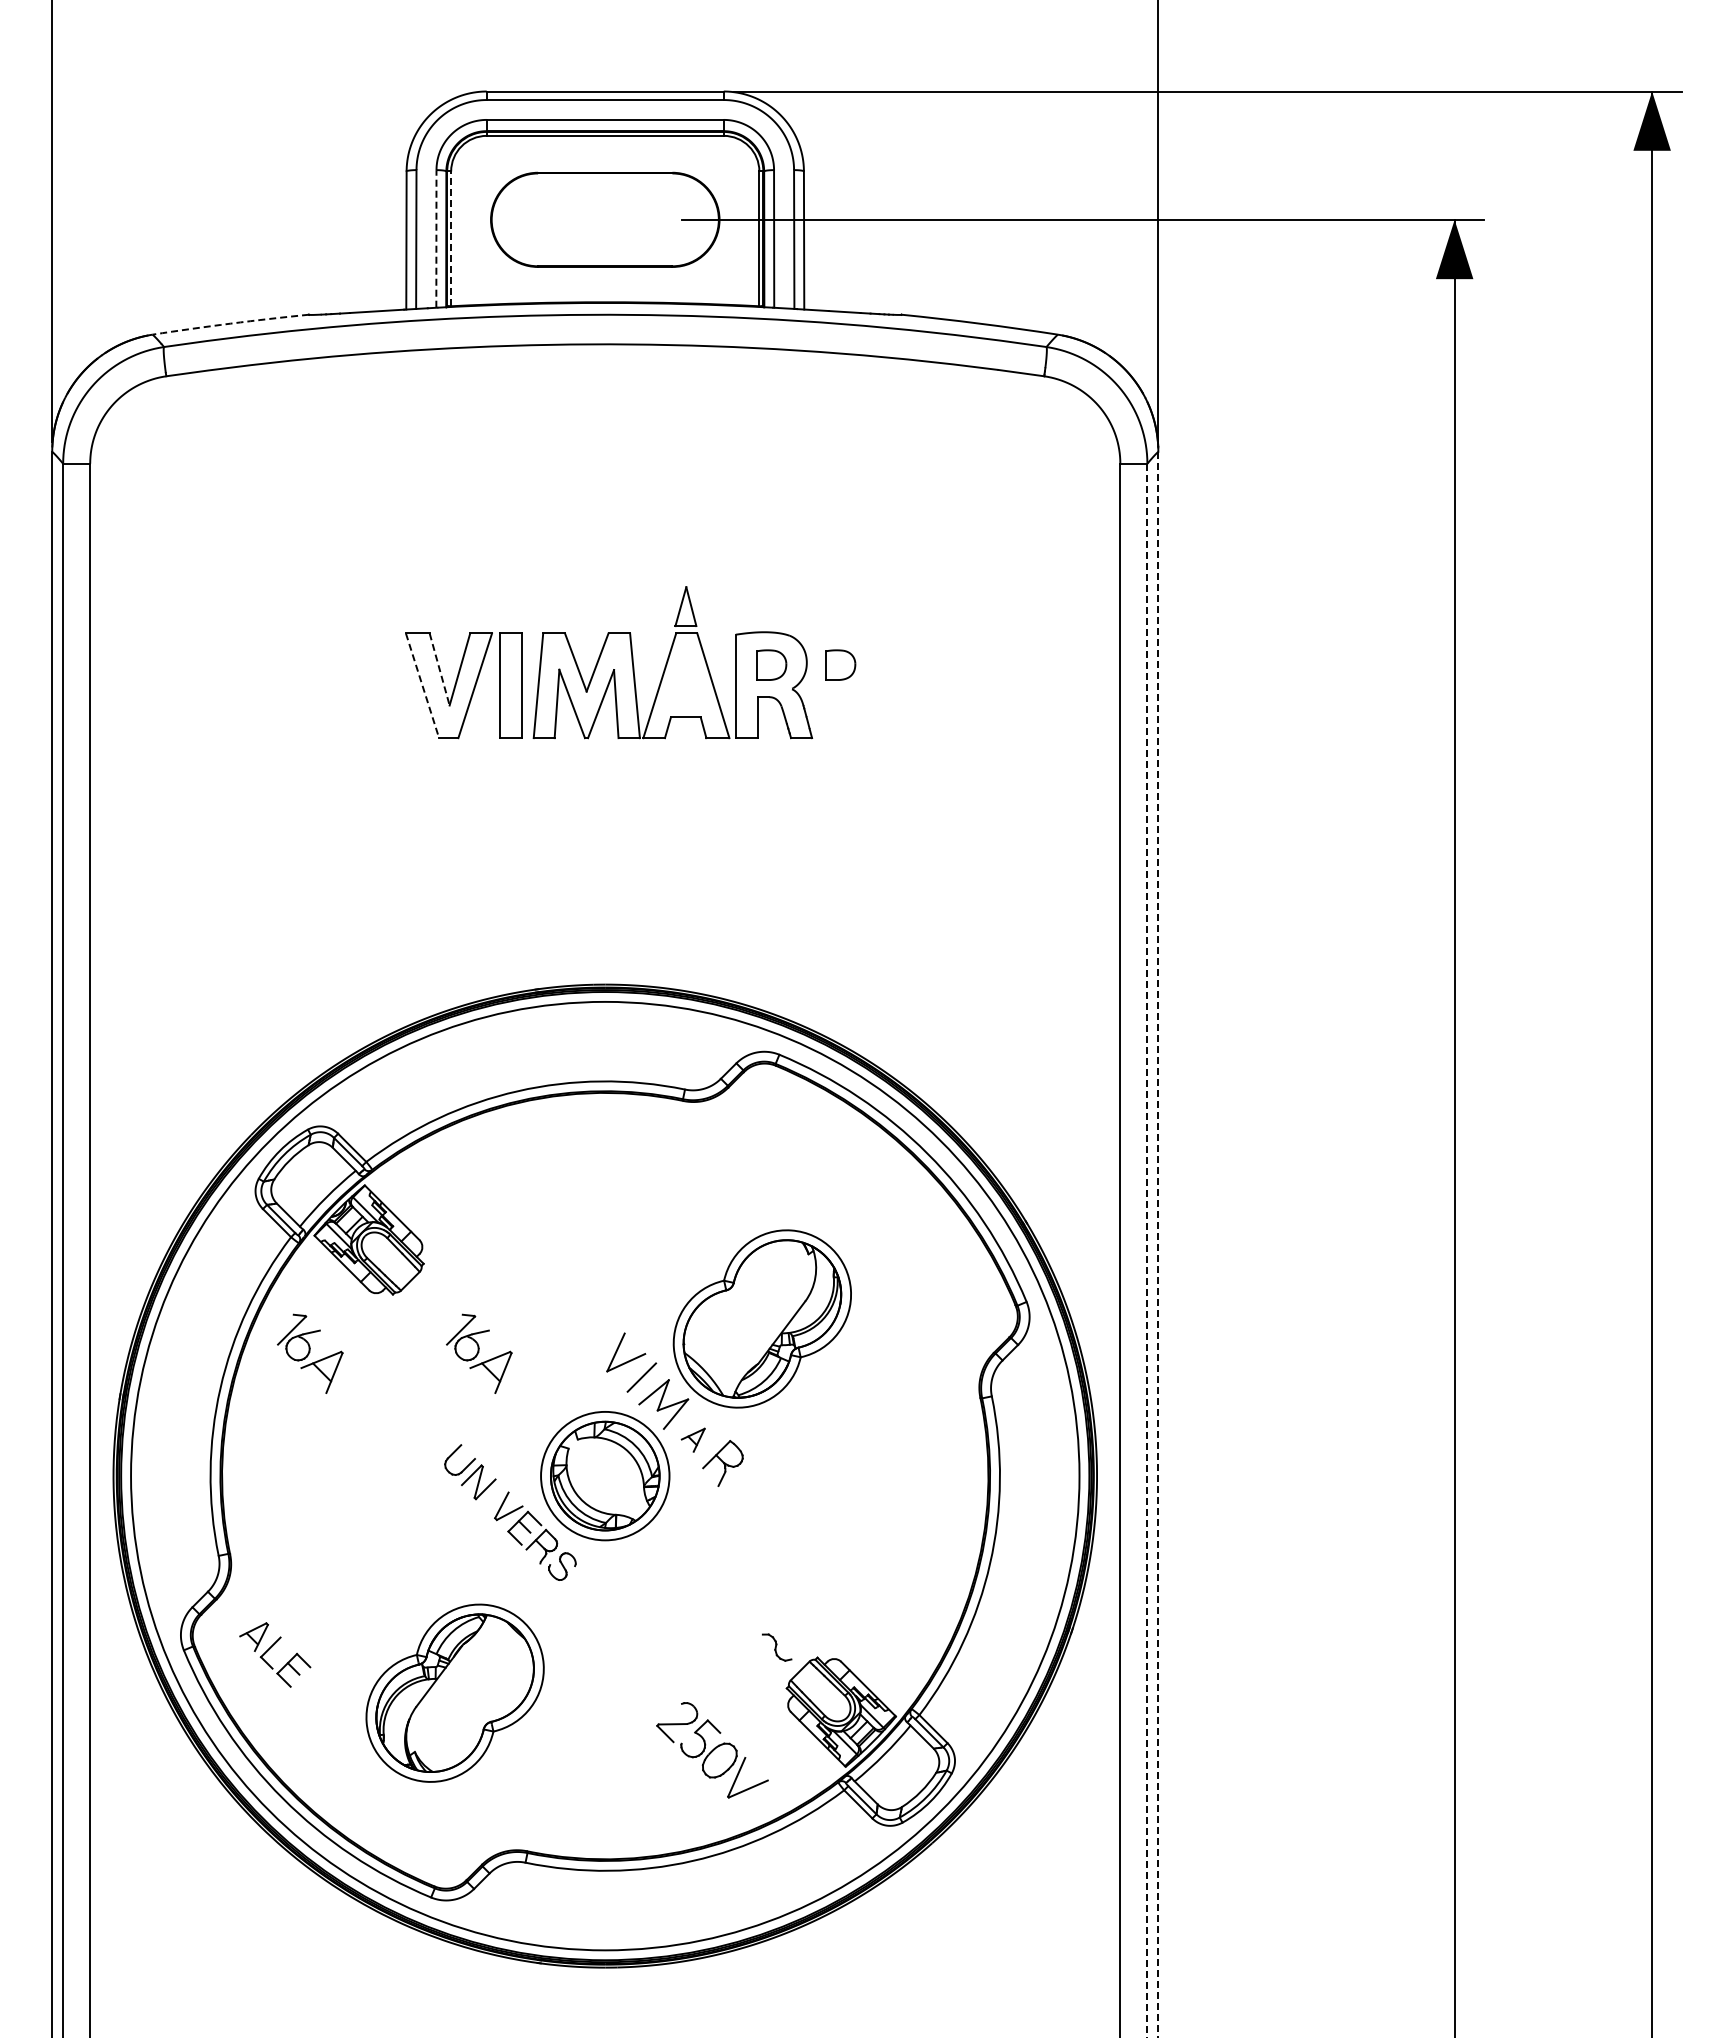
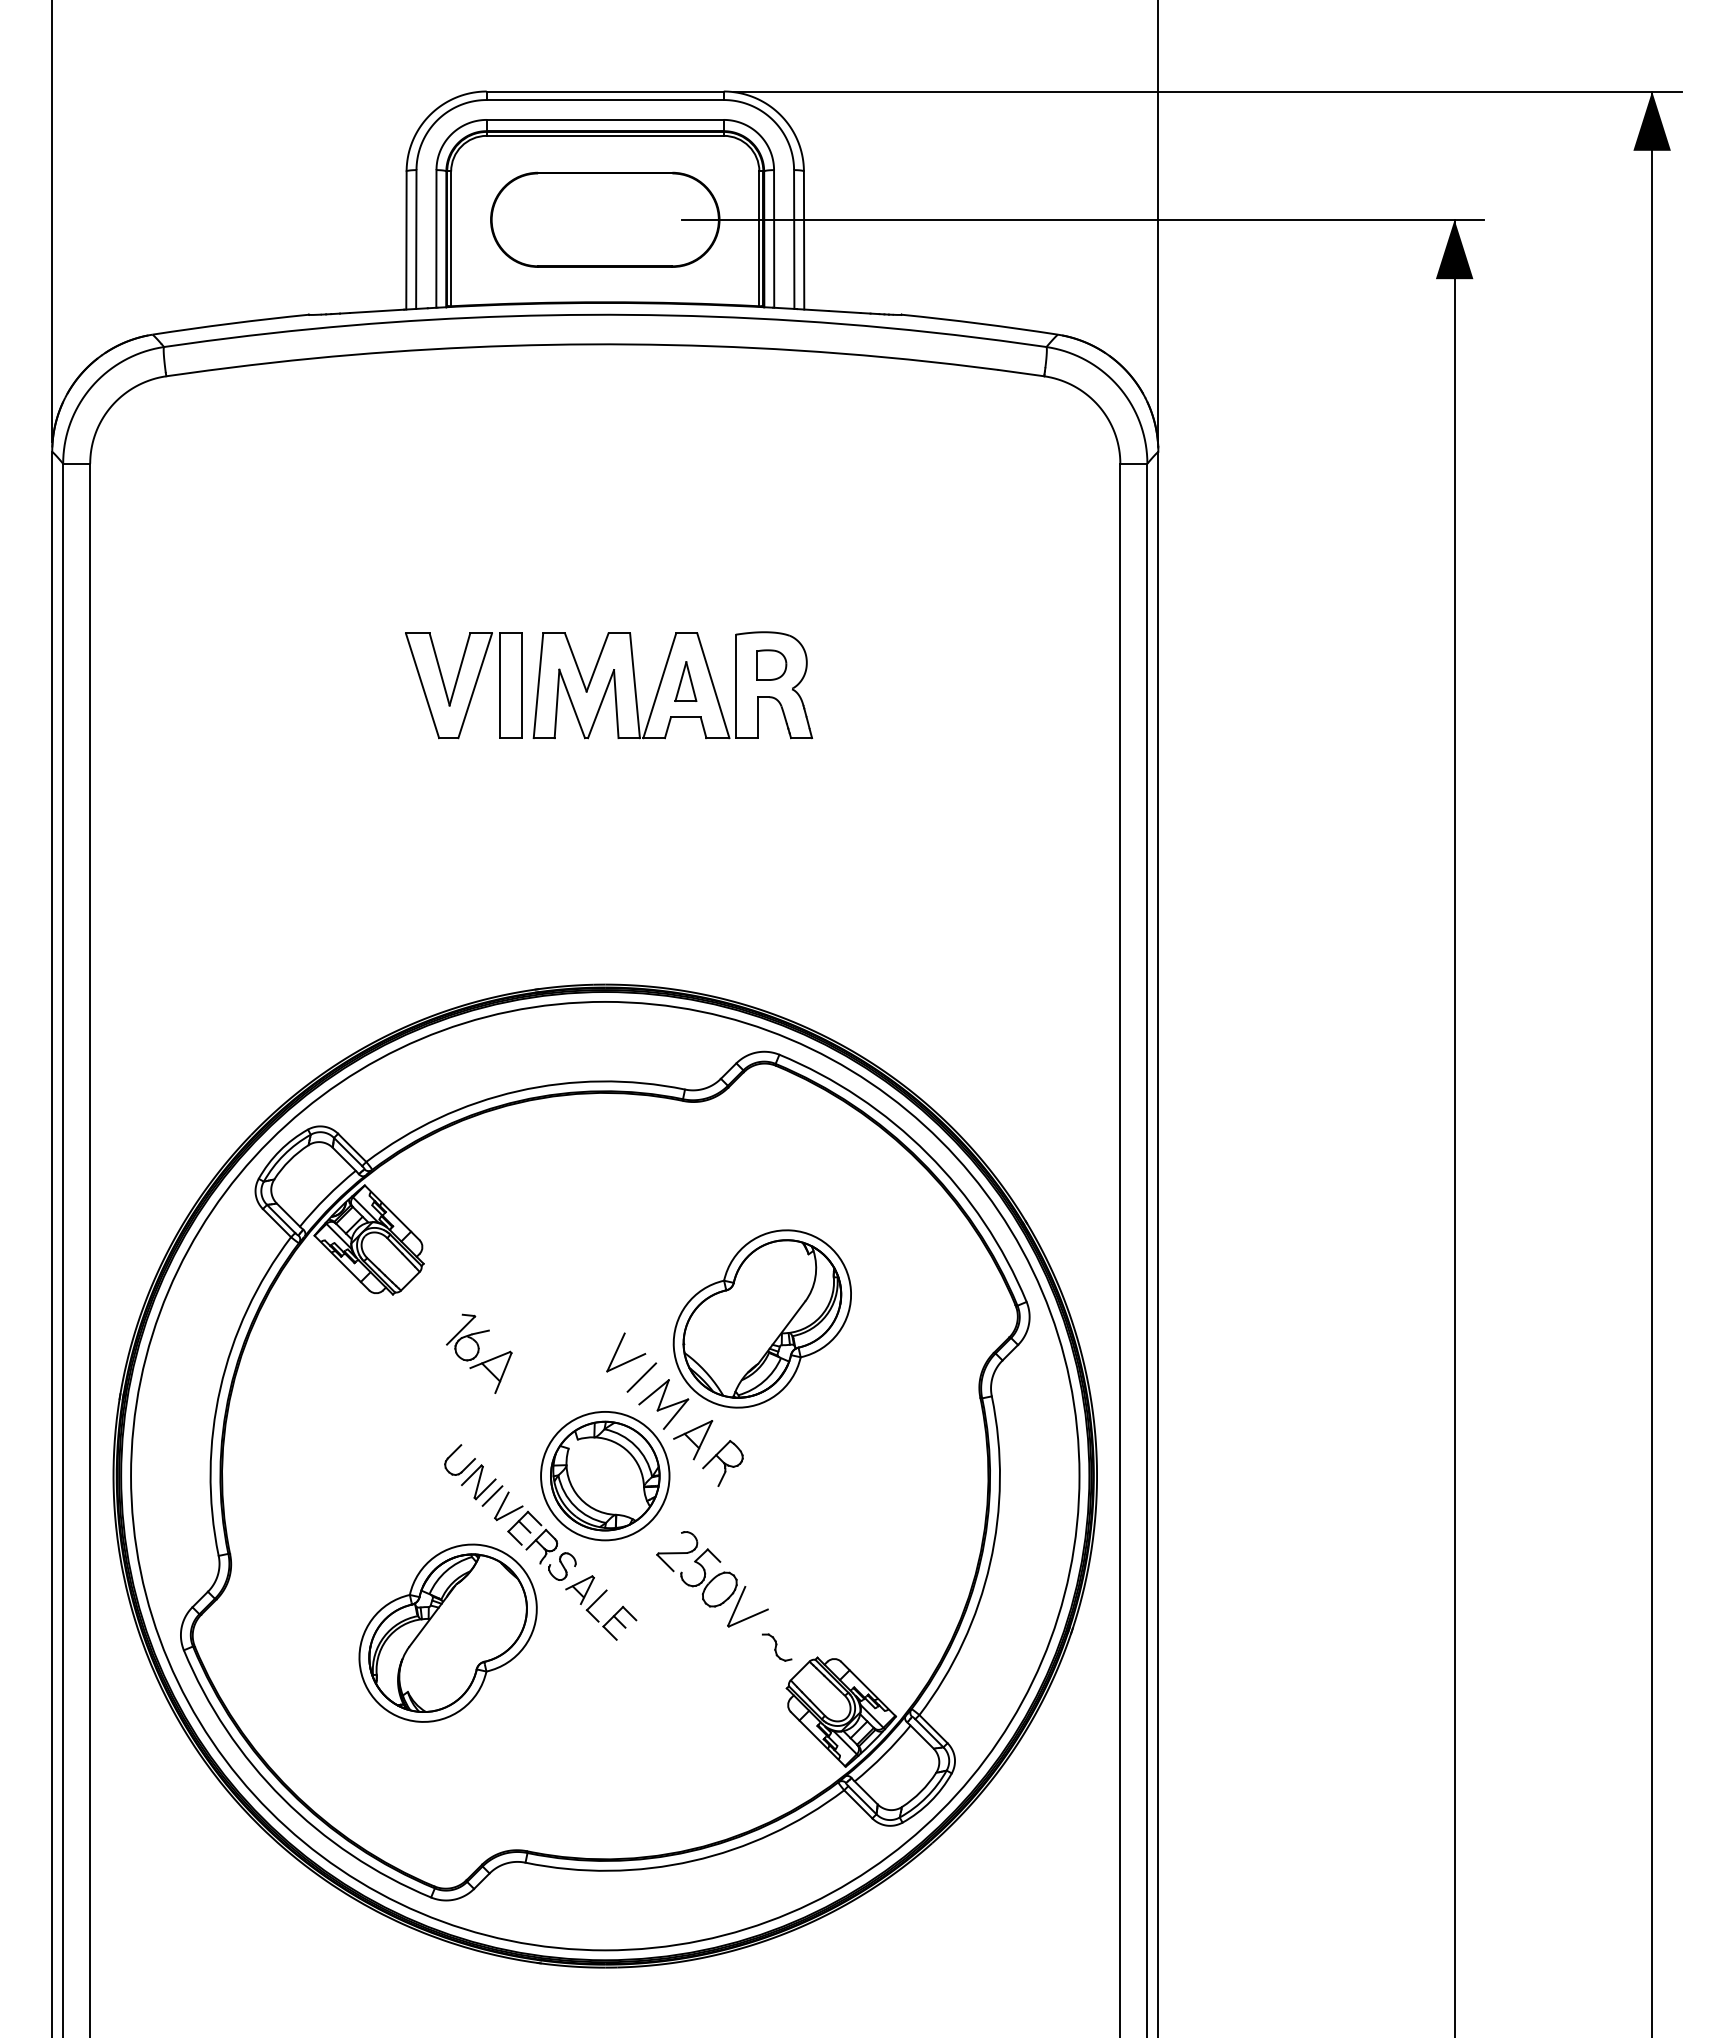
line at (436, 238): dashed -> solid
line at (451, 238): dashed -> solid
arc at (230, 323): dashed -> solid
part at (685, 606) position: (685, 606) -> (685, 681)
part at (840, 664): present -> none
line at (439, 669): dashed -> solid
line at (422, 685): dashed -> solid
line at (1158, 1244): dashed -> solid
line at (1147, 1250): dashed -> solid
part at (310, 1353): present -> none
part at (692, 1439) size: 26x26 px -> 41x41 px
line at (492, 1495): none -> present
part at (270, 1649) position: (270, 1649) -> (596, 1602)
part at (454, 1692) position: (454, 1692) -> (447, 1632)
part at (712, 1750) position: (712, 1750) -> (712, 1579)
